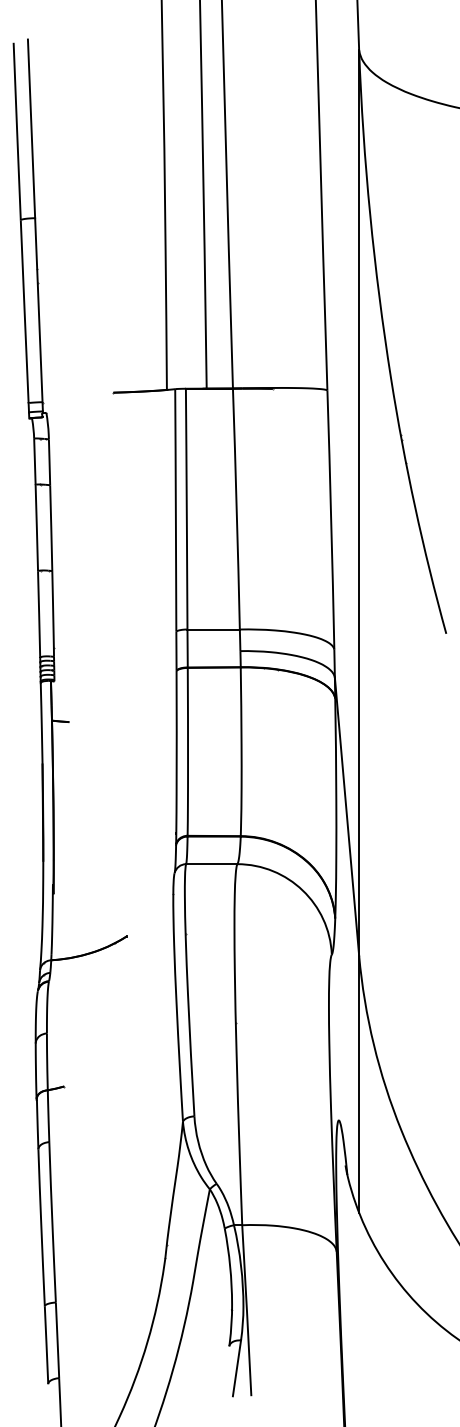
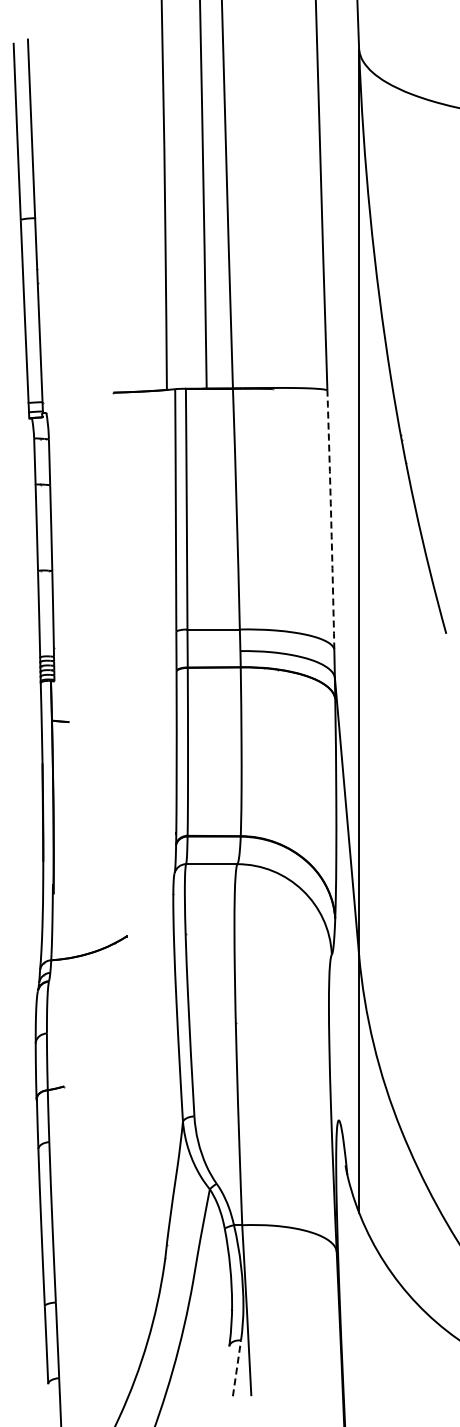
line at (331, 520): solid -> dashed
line at (237, 1367): solid -> dashed
